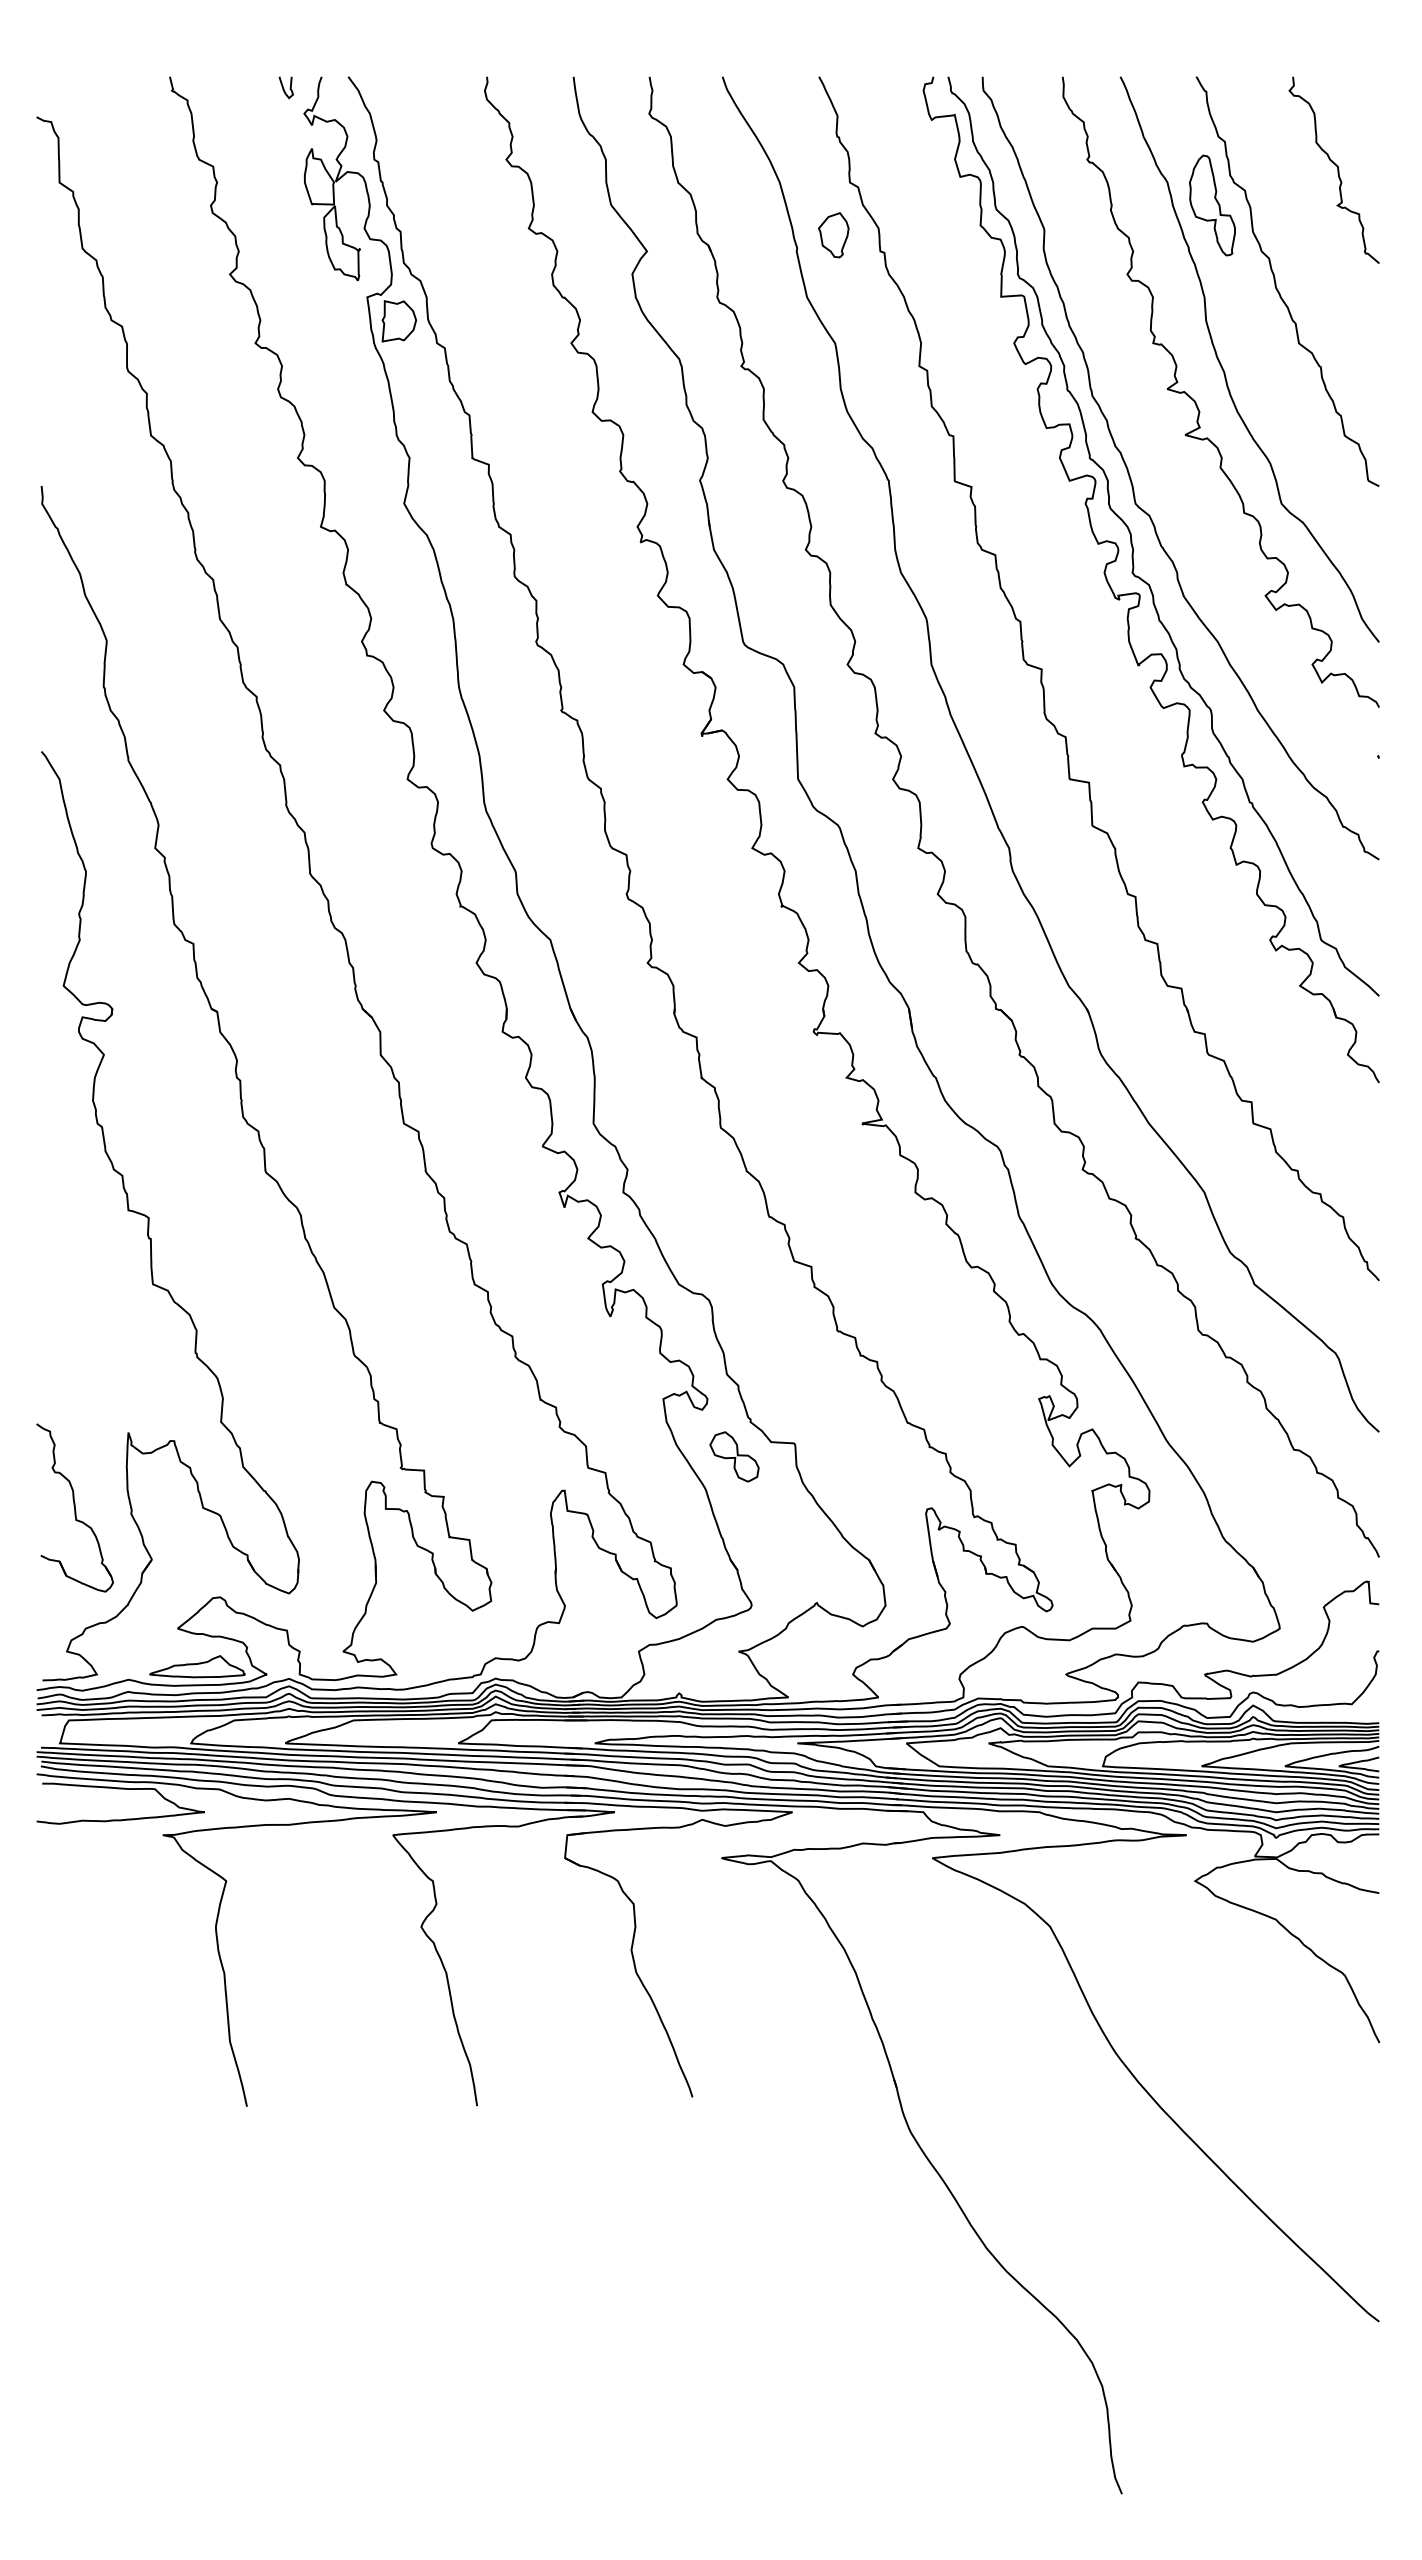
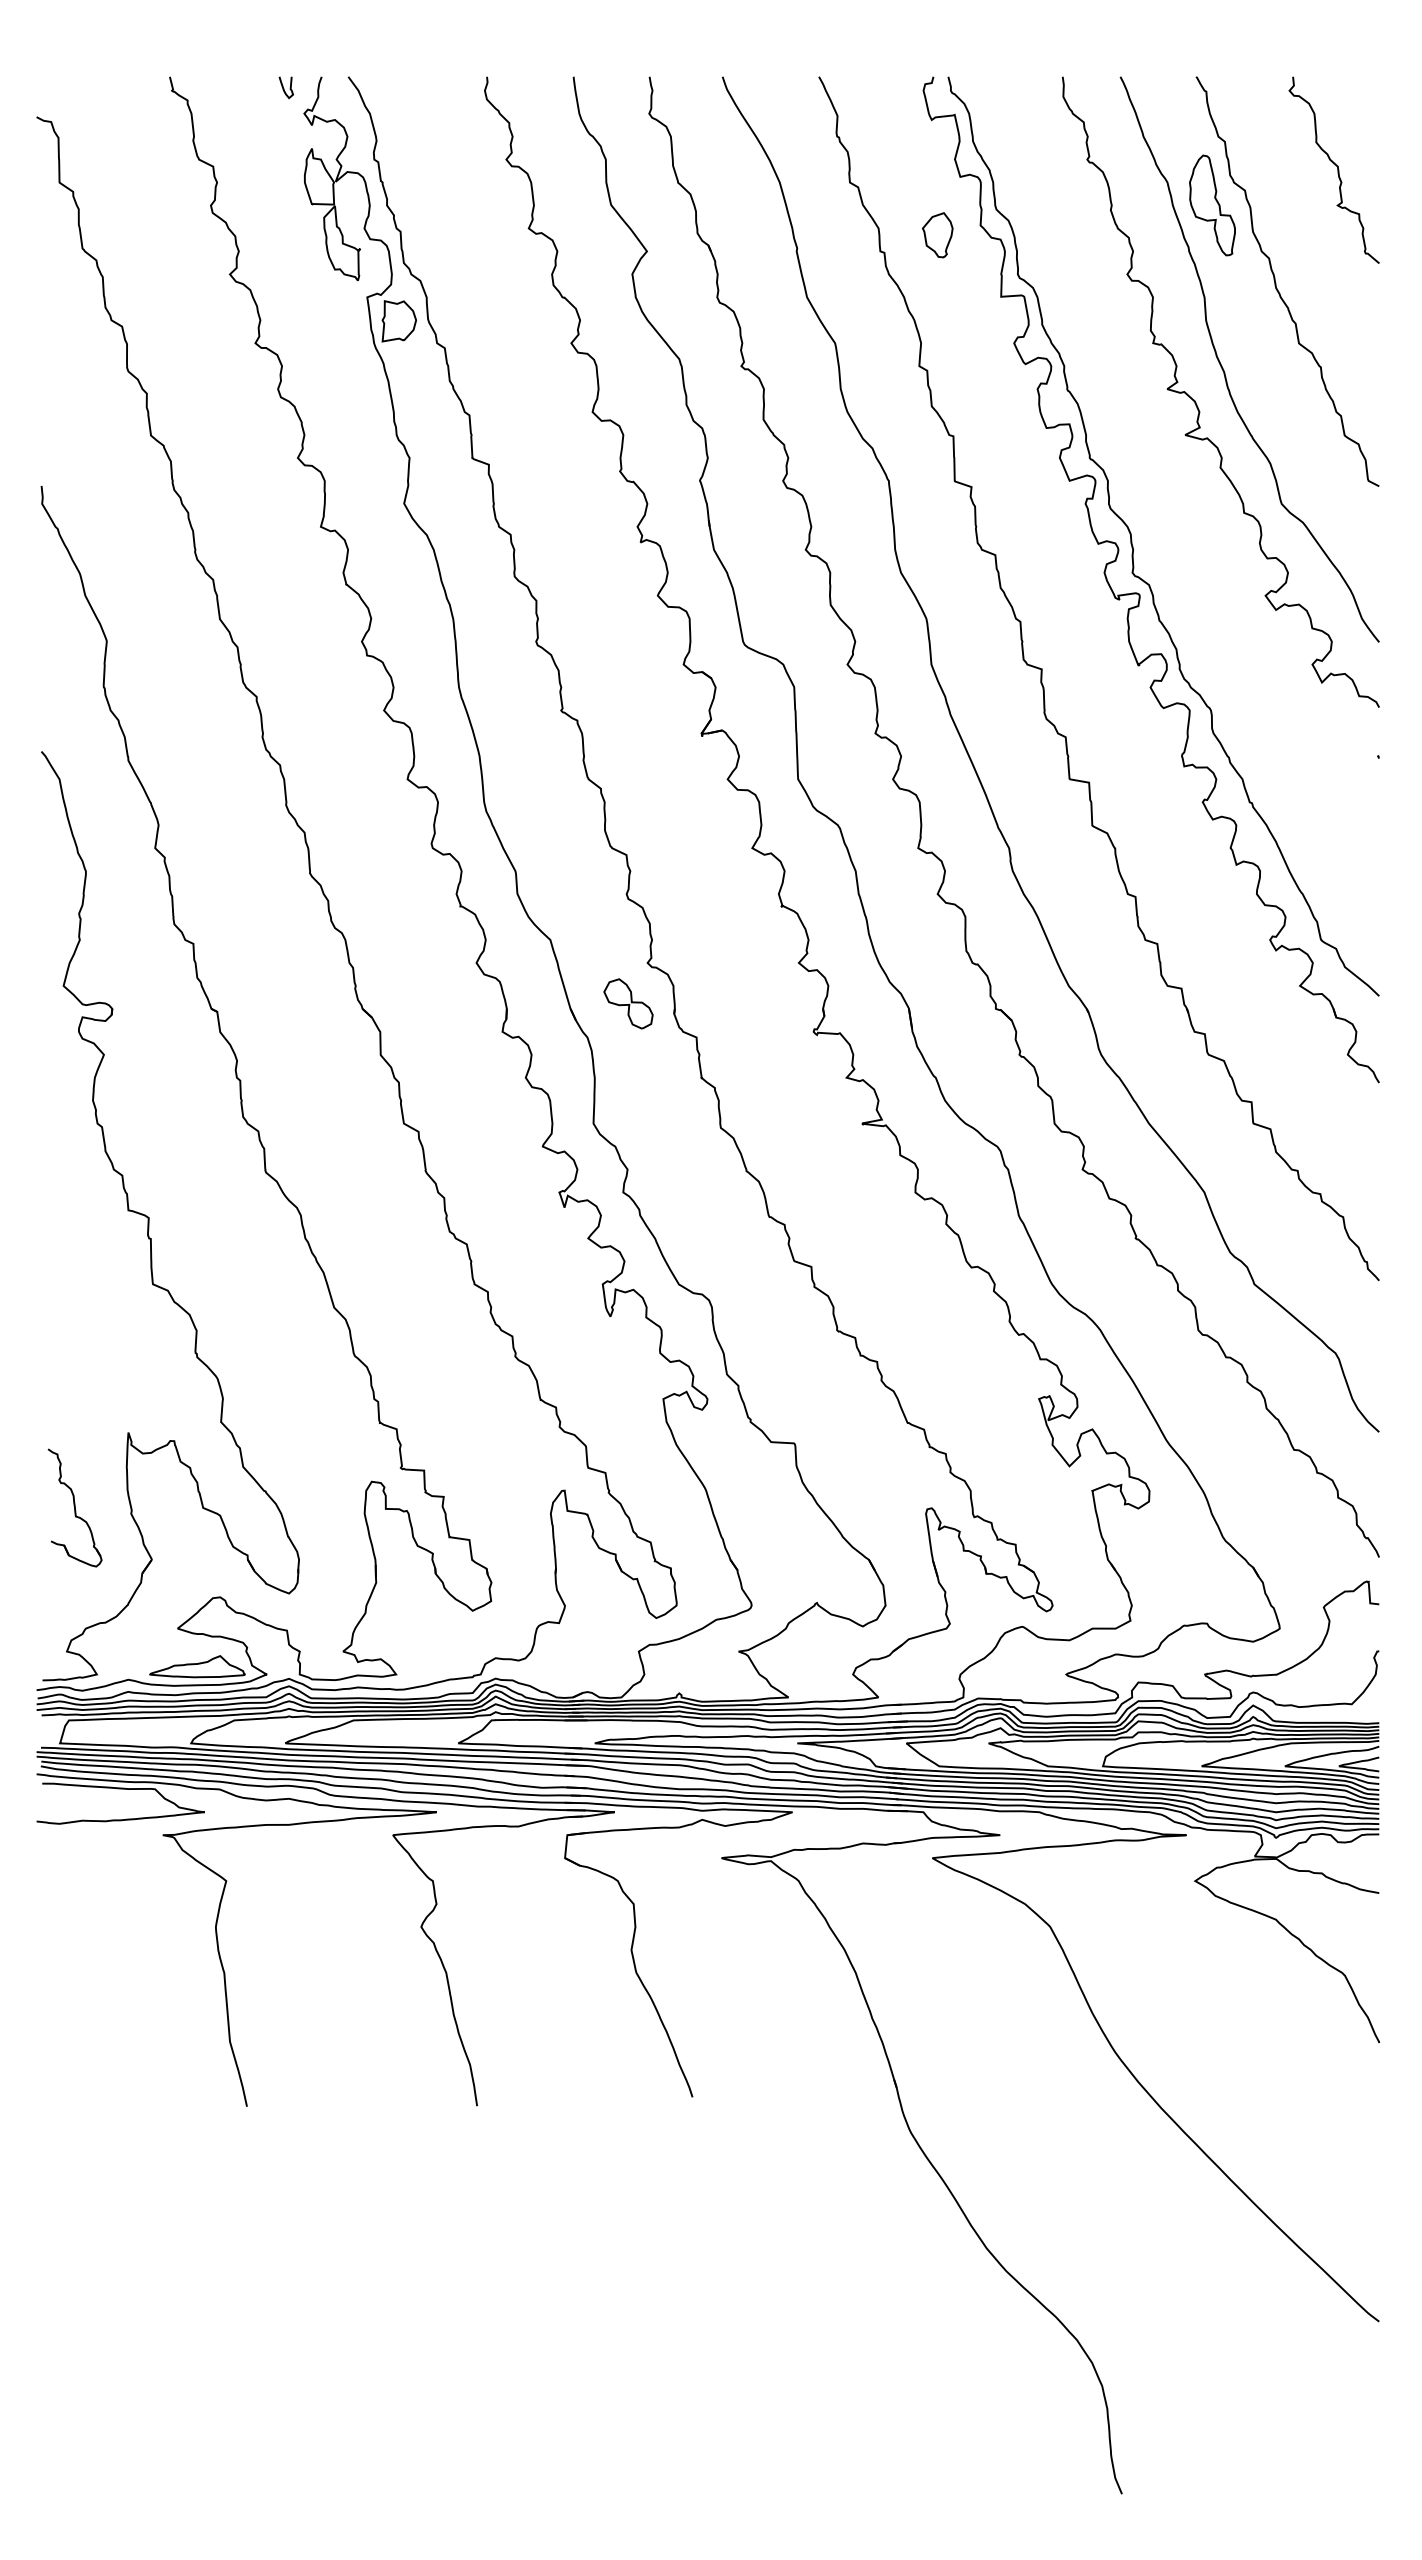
part at (833, 235) position: (833, 235) -> (937, 235)
curve at (1132, 481): present -> none
part at (734, 1456) position: (734, 1456) -> (628, 1003)
part at (74, 1507) size: 78x170 px -> 55x120 px
